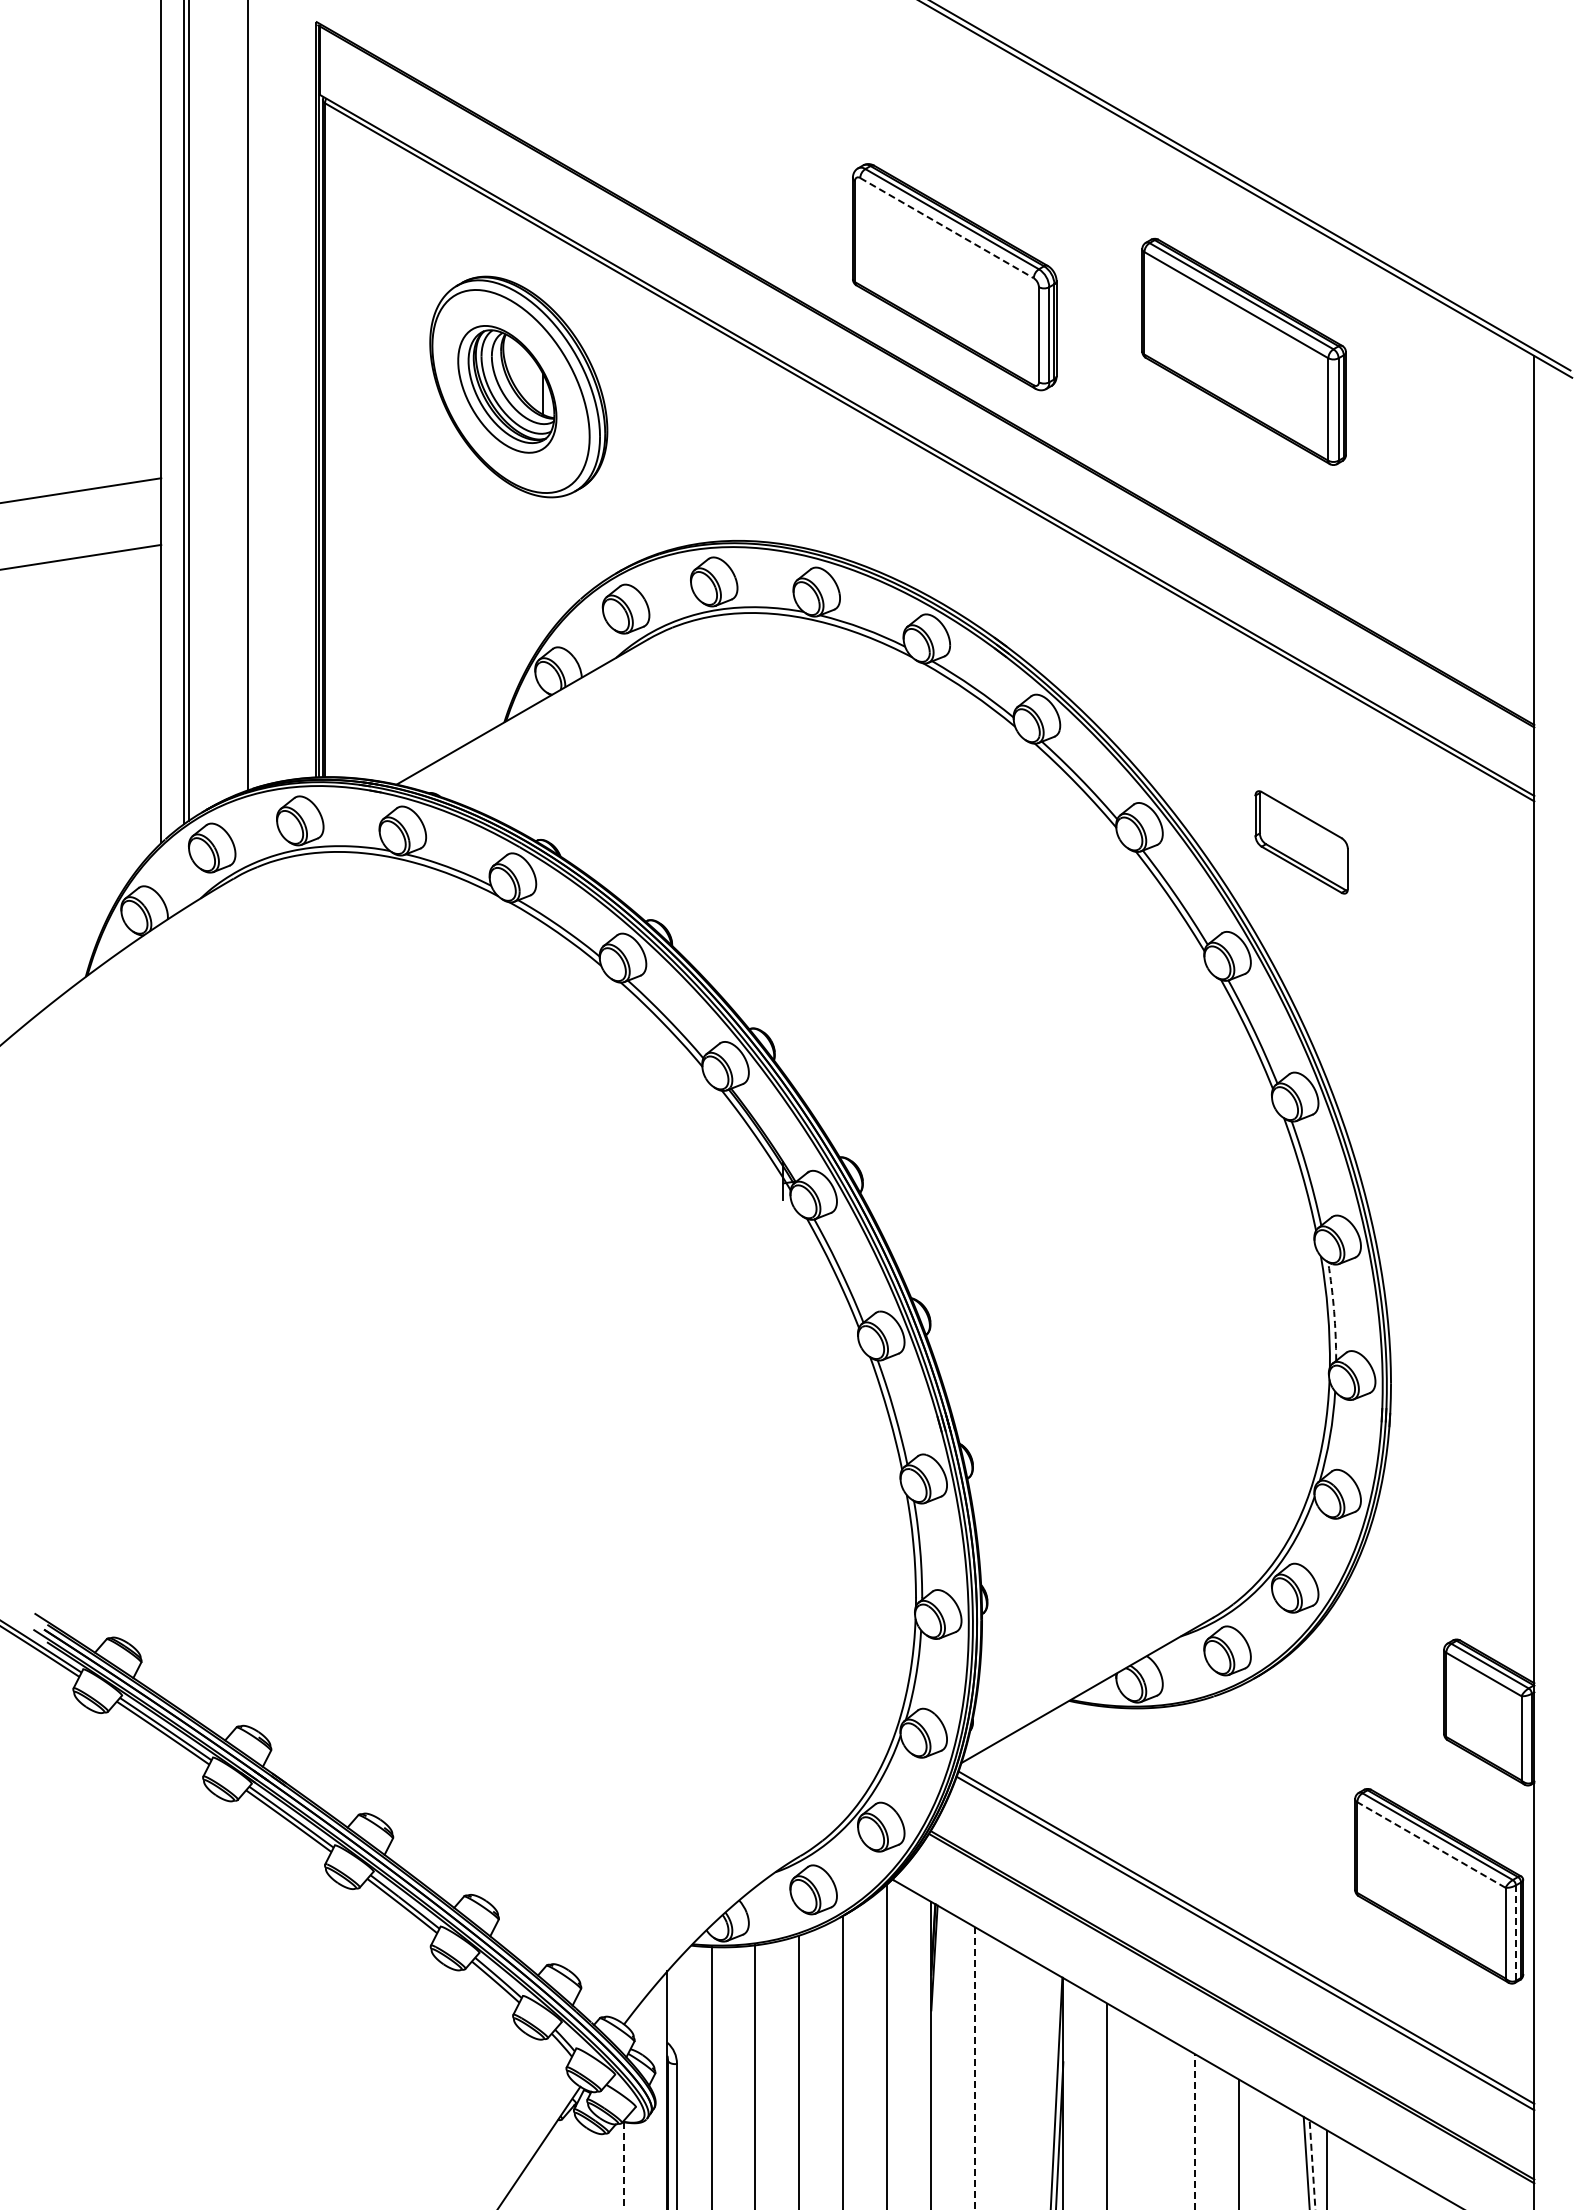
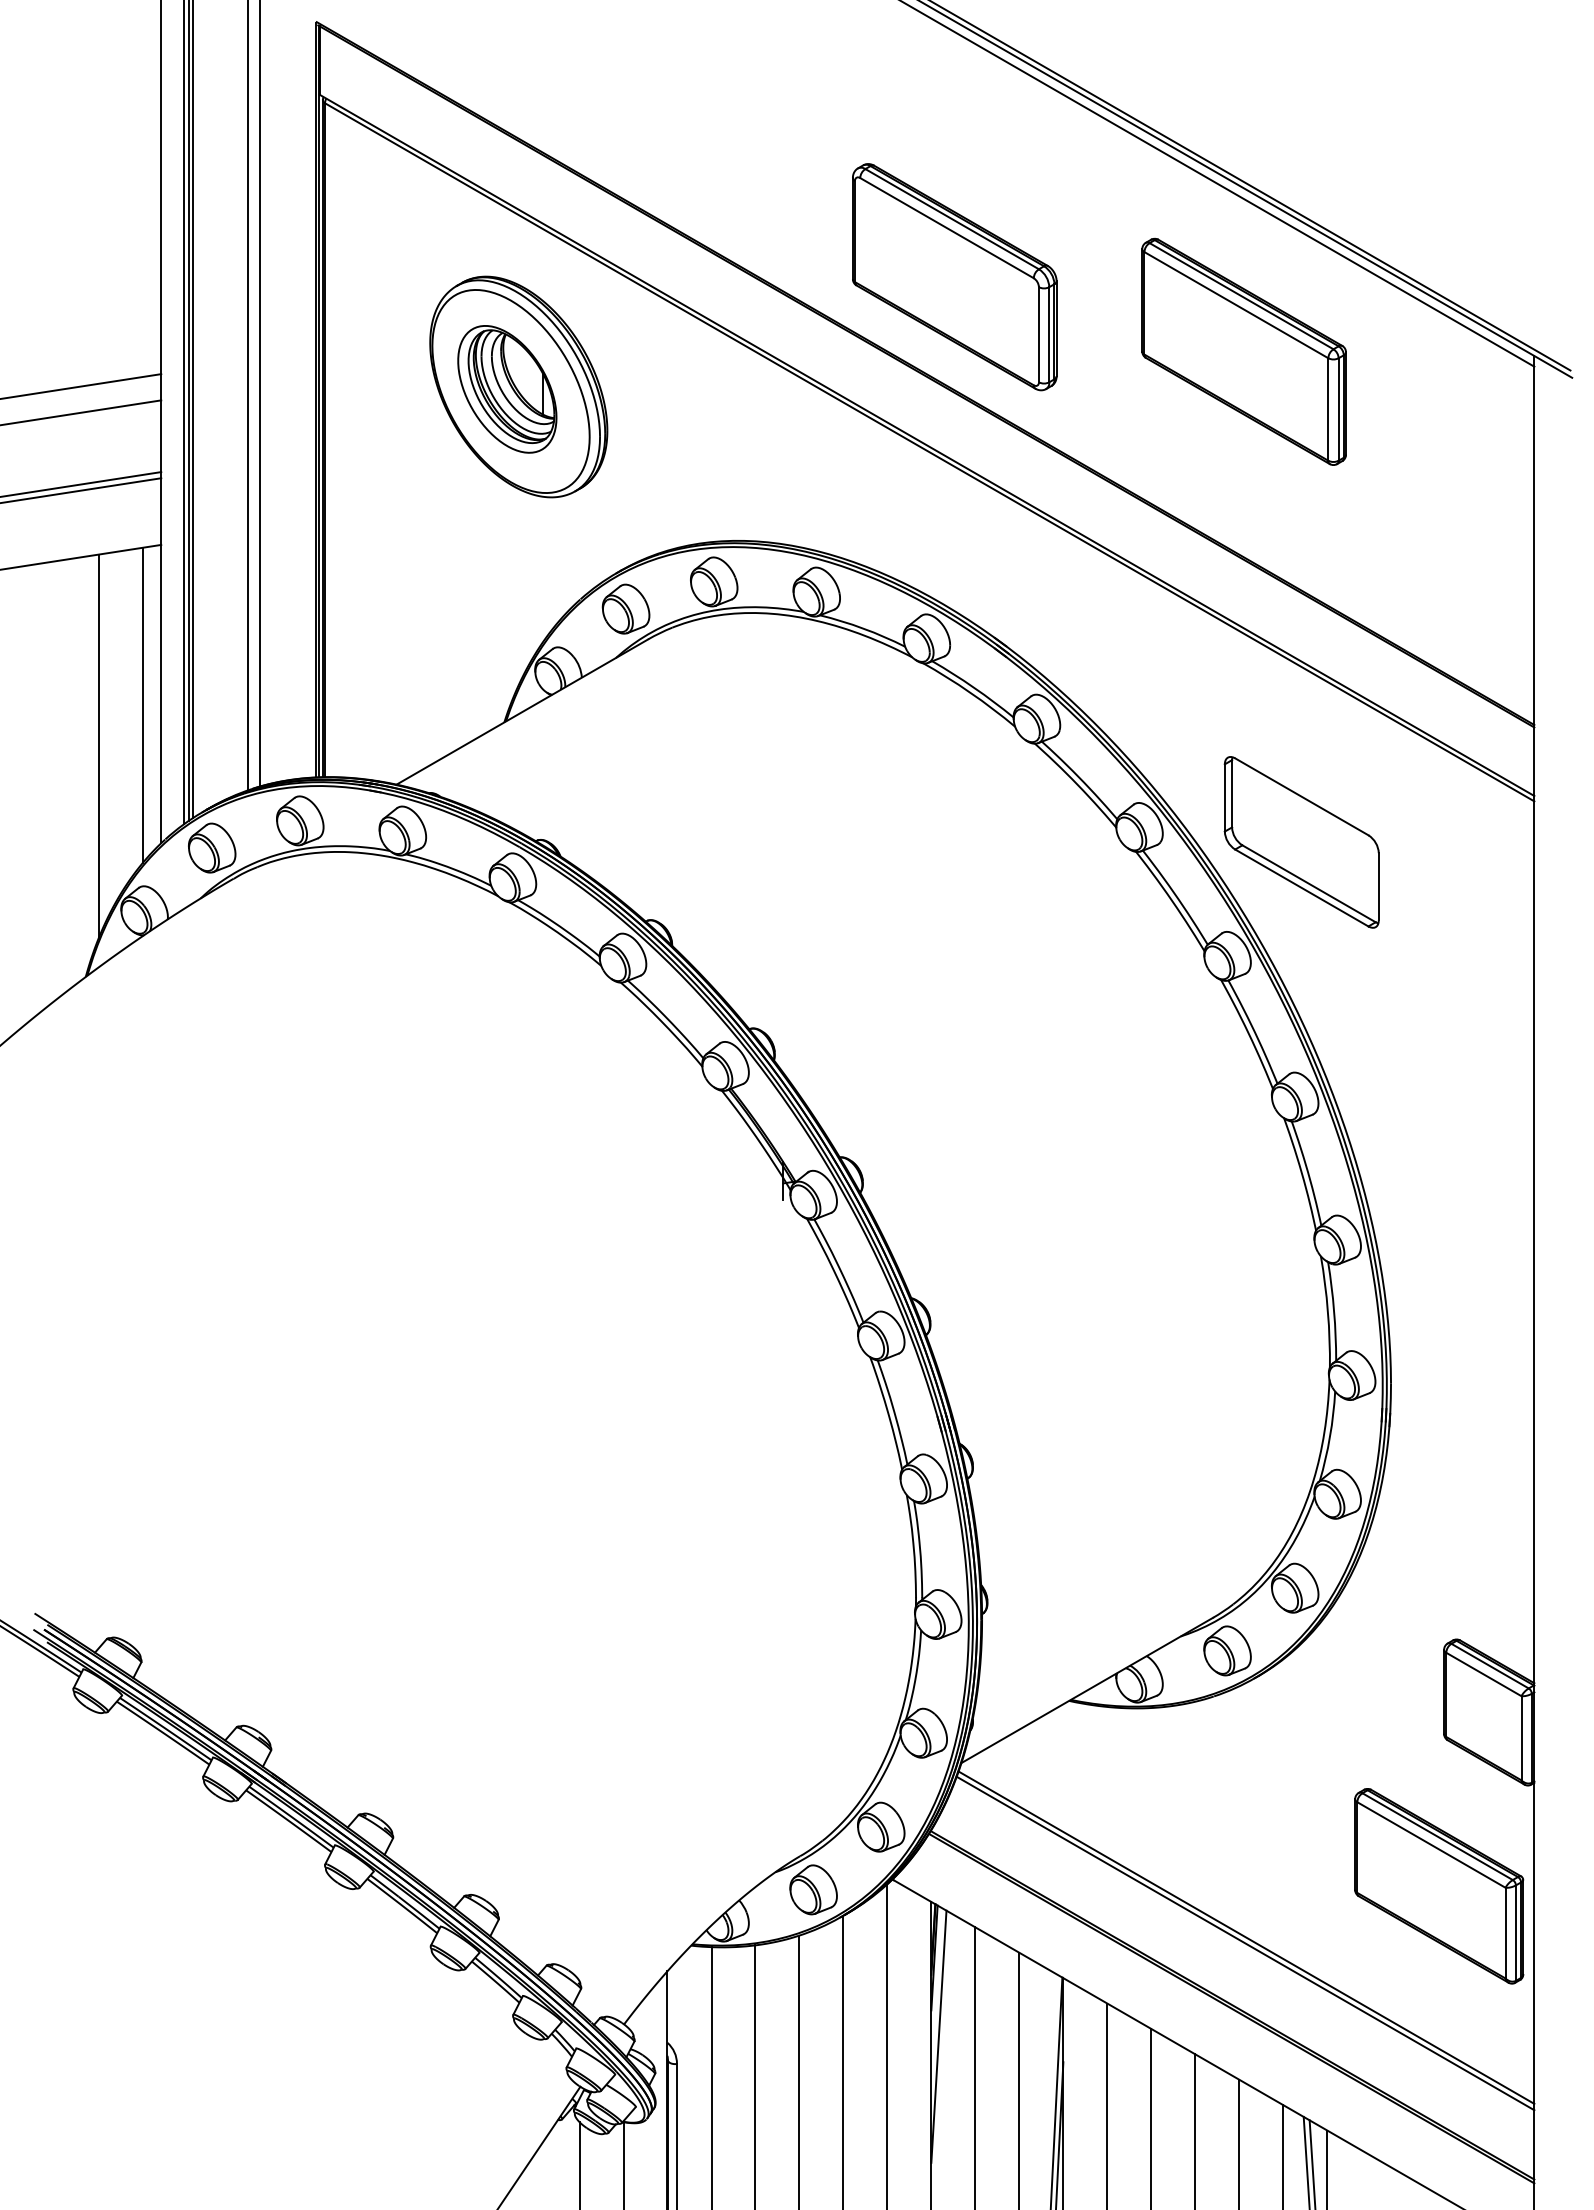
line at (1218, 184): none -> present
line at (947, 228): dashed -> solid
line at (81, 386): none -> present
line at (260, 394): none -> present
line at (192, 410): none -> present
line at (81, 412): none -> present
line at (81, 484): none -> present
line at (142, 705): none -> present
line at (98, 745): none -> present
part at (1301, 842) size: 95x105 px -> 157x173 px
arc at (1334, 1311): dashed -> solid
line at (1431, 1845): dashed -> solid
line at (1515, 1933): dashed -> solid
line at (938, 2036): none -> present
line at (975, 2068): dashed -> solid
line at (1019, 2079): none -> present
line at (1151, 2117): none -> present
line at (1195, 2131): dashed -> solid
line at (1283, 2155): none -> present
line at (579, 2164): none -> present
line at (1312, 2165): dashed -> solid
line at (623, 2166): dashed -> solid
